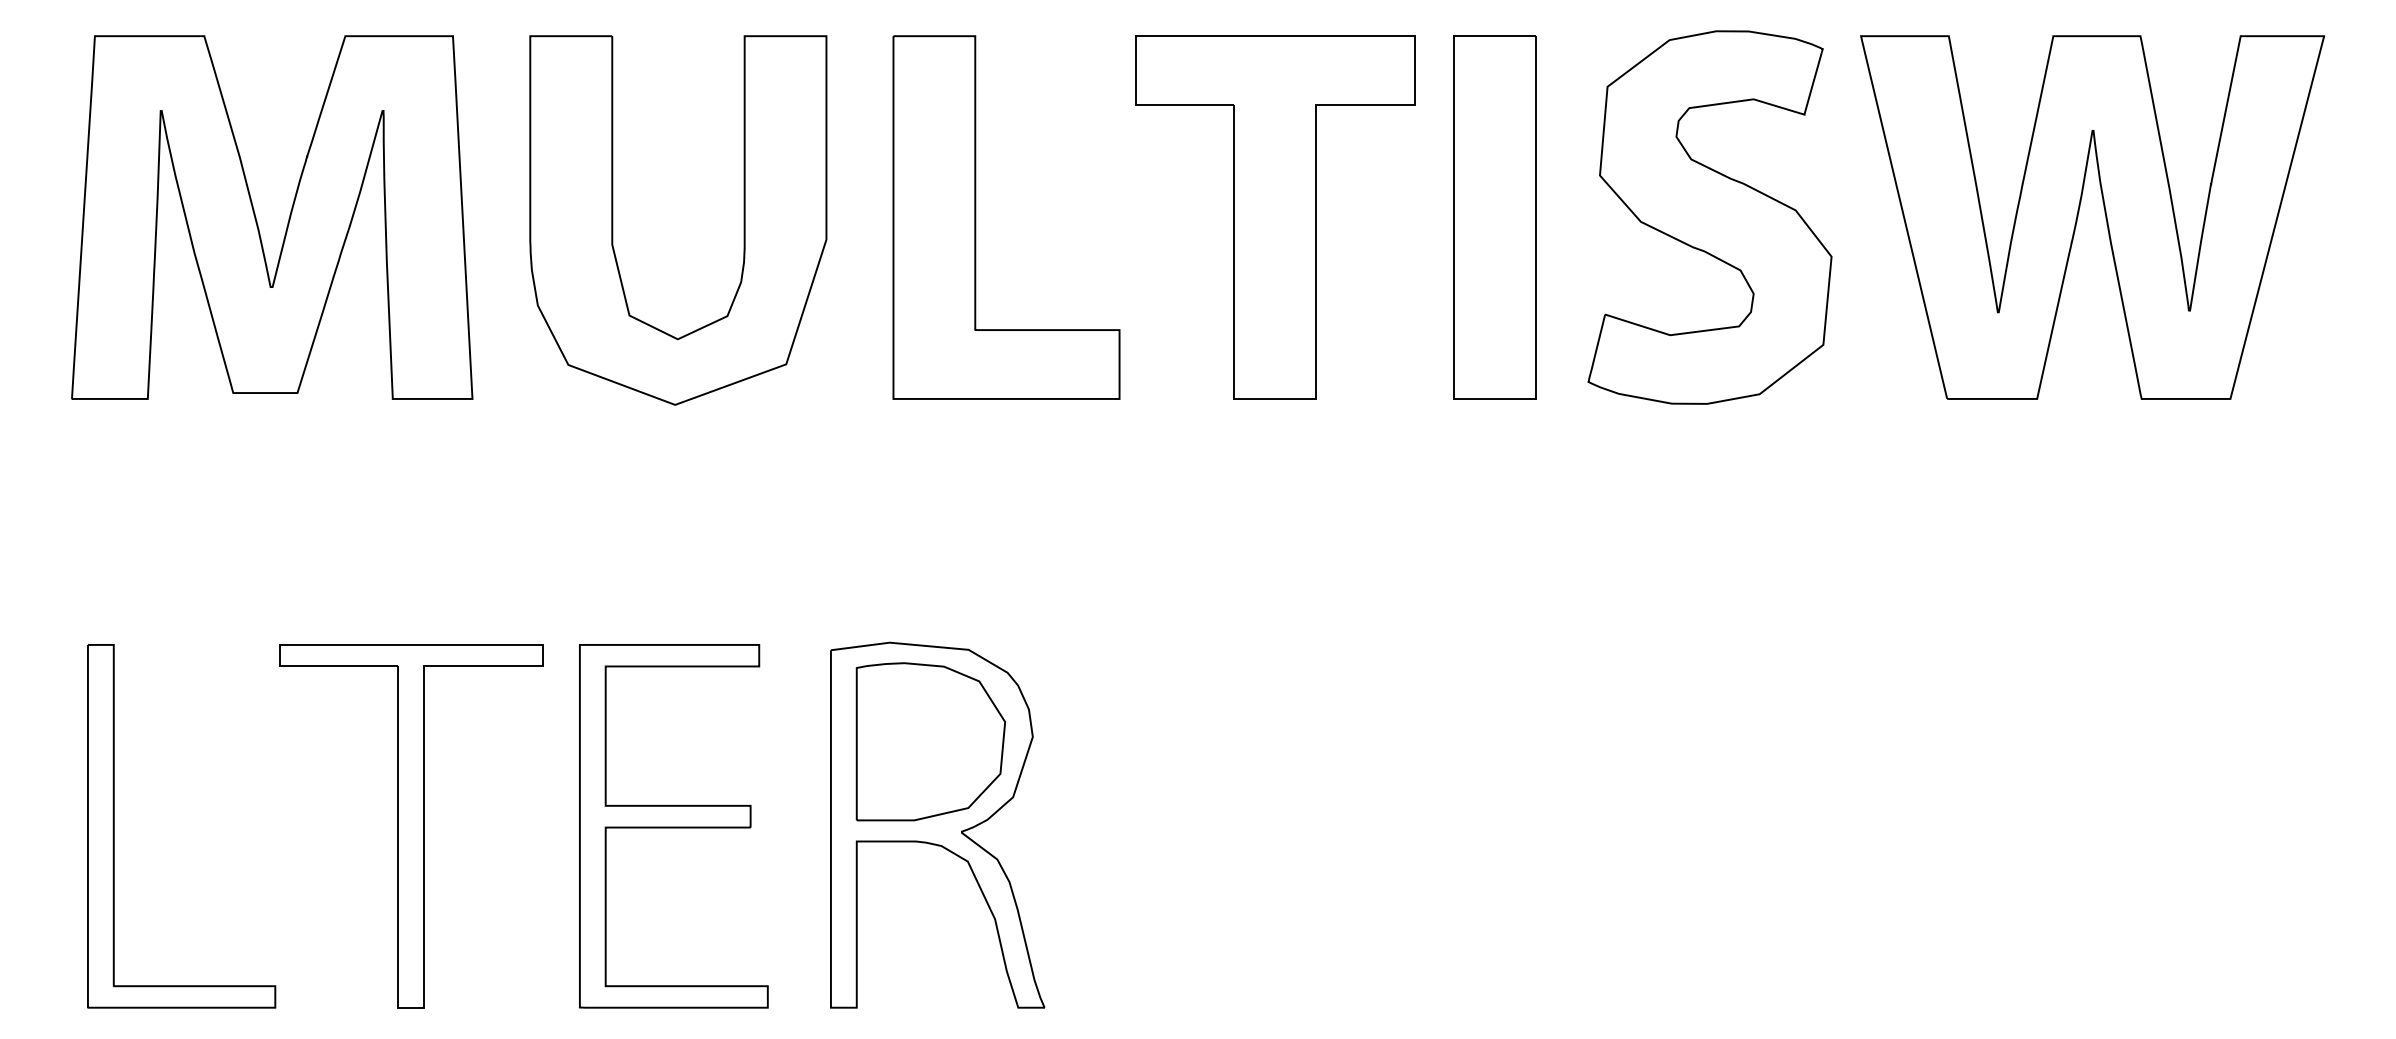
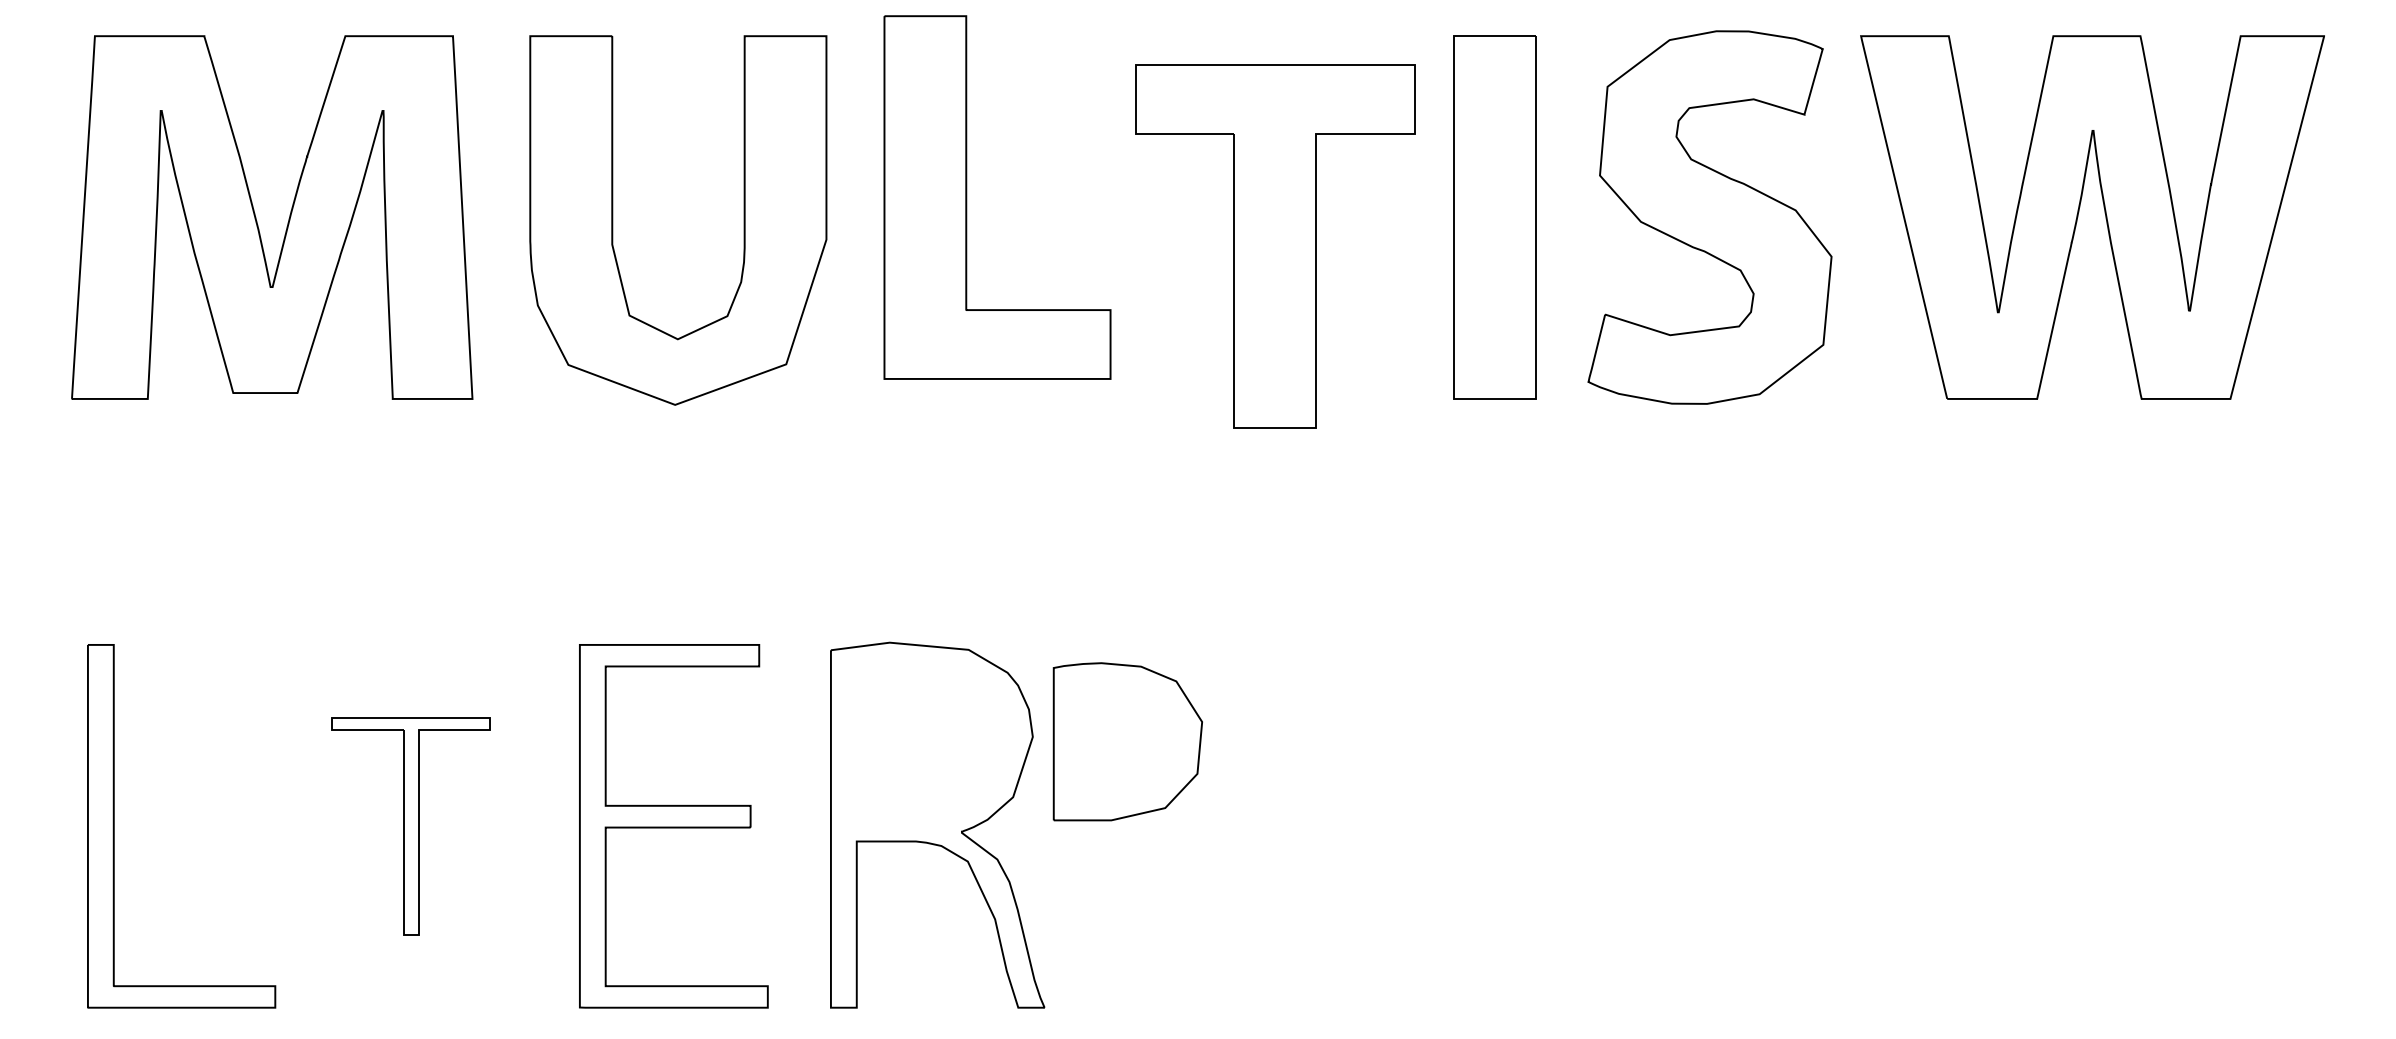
part at (976, 217) position: (976, 217) -> (967, 197)
part at (1275, 217) position: (1275, 217) -> (1275, 246)
part at (930, 741) position: (930, 741) -> (1127, 741)
part at (411, 826) size: 265x365 px -> 160x219 px
